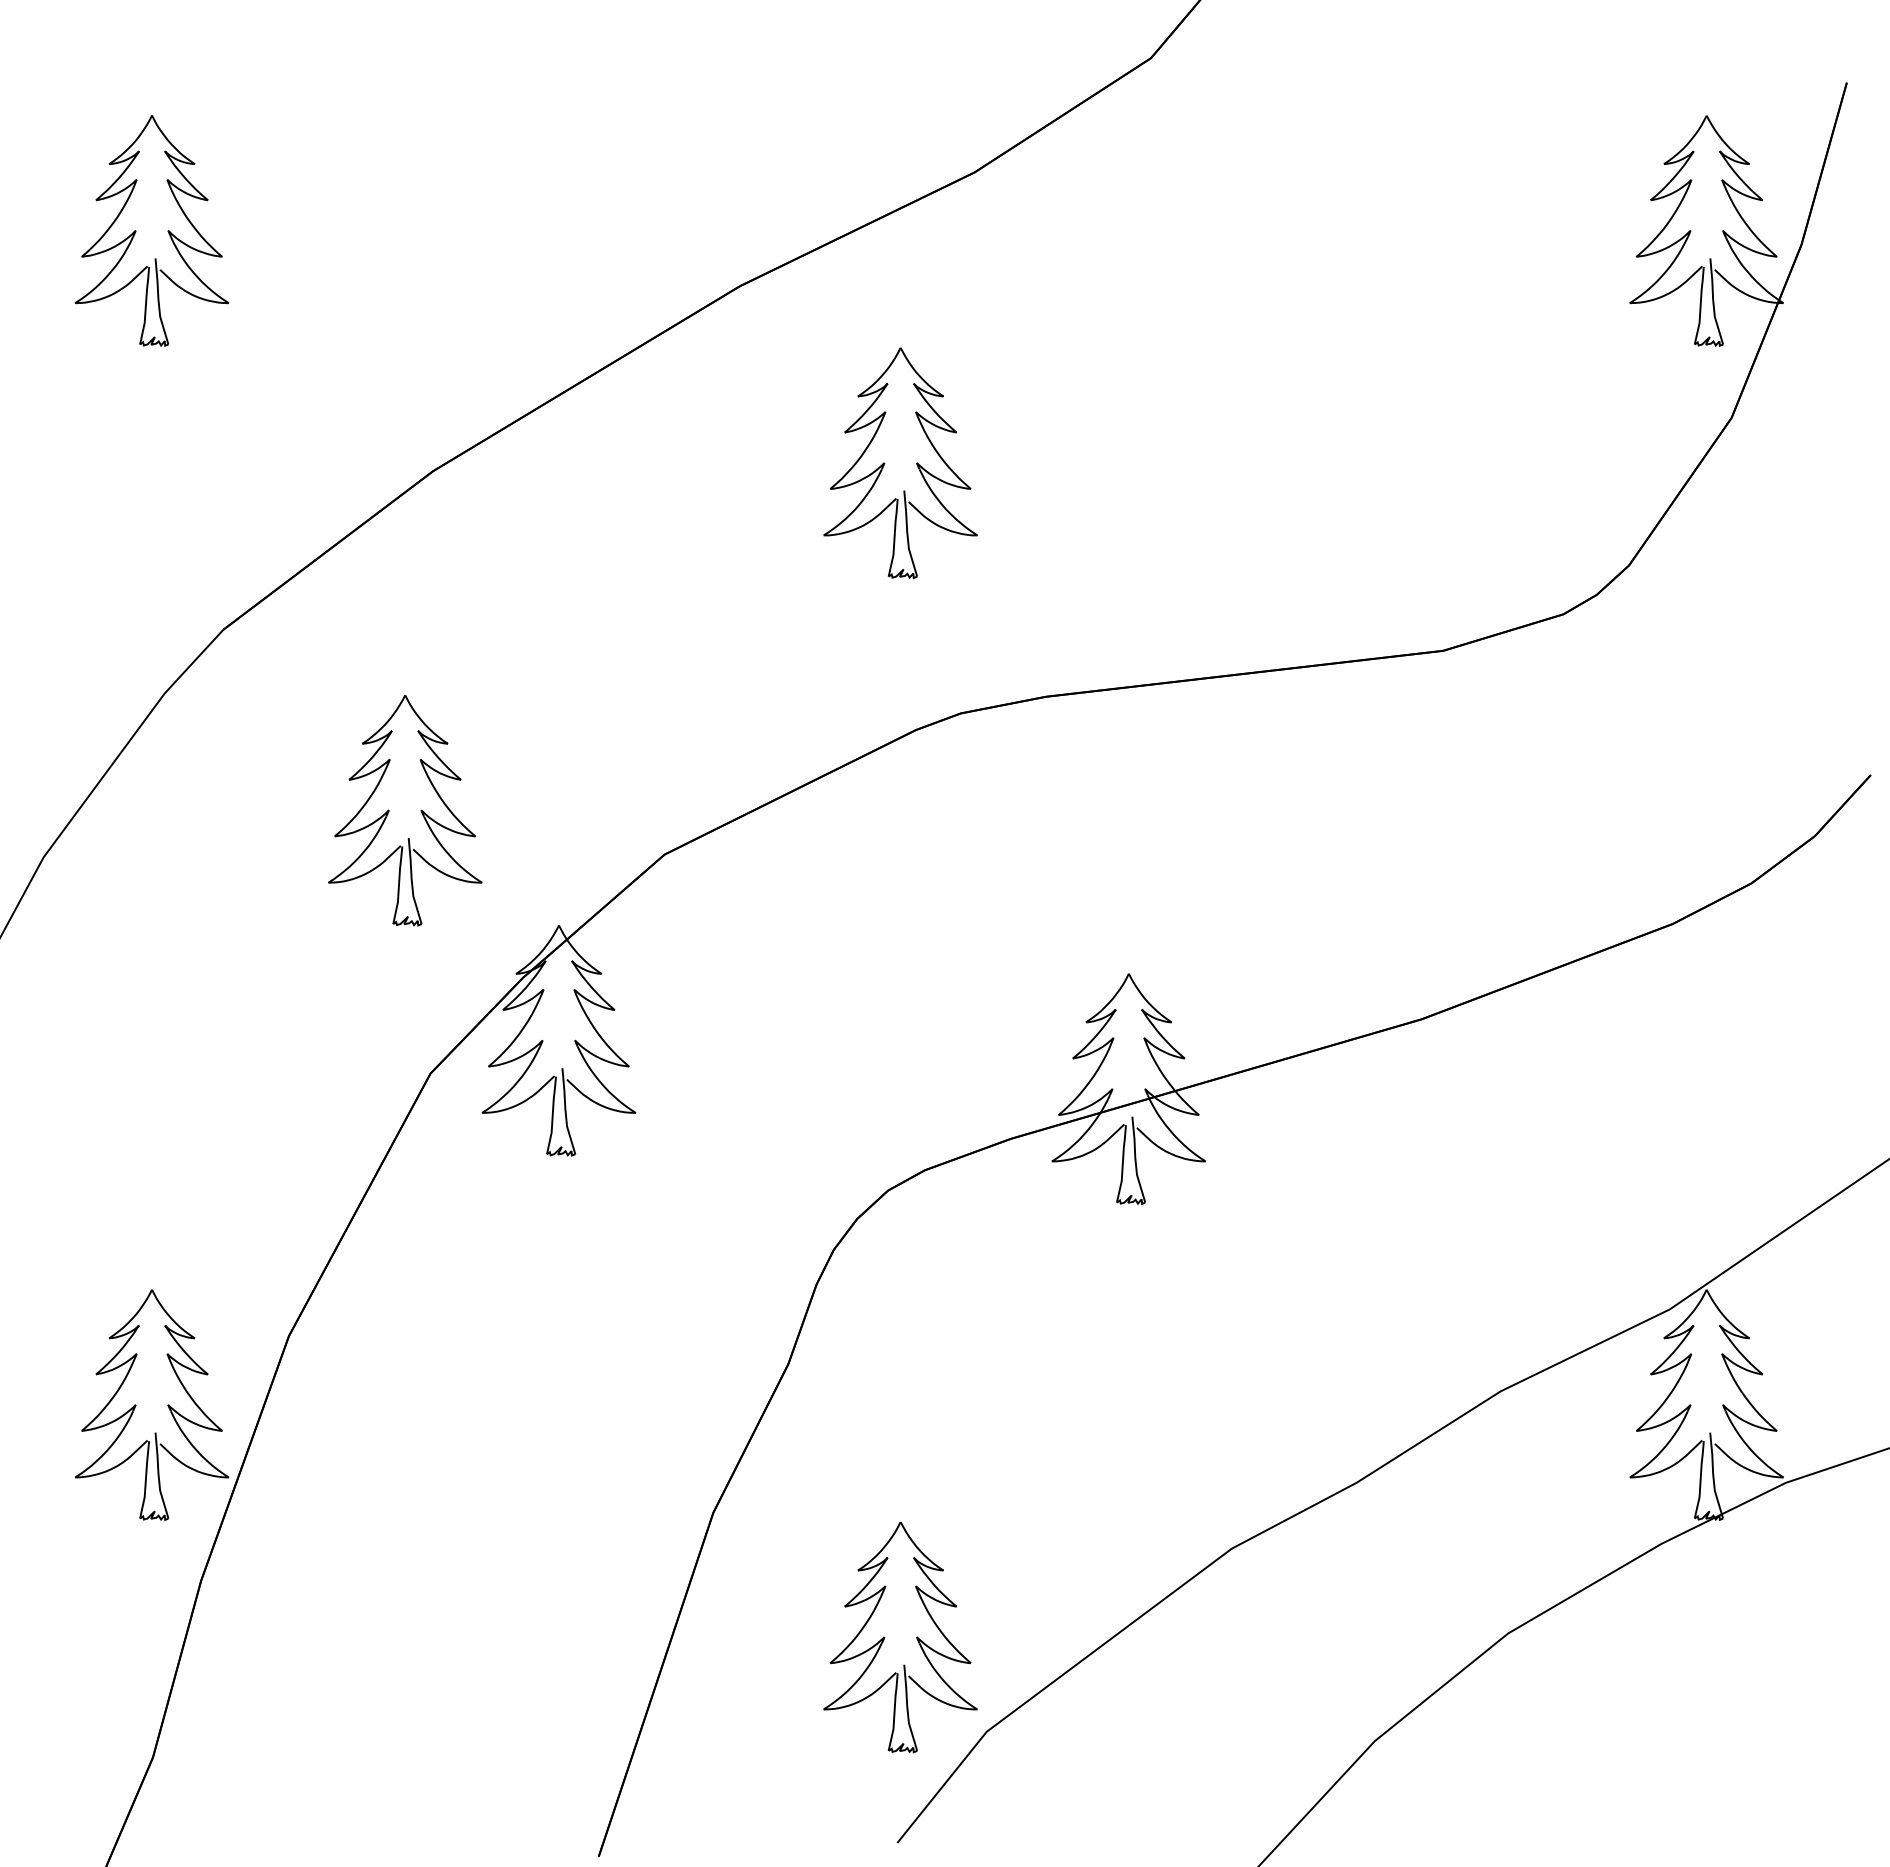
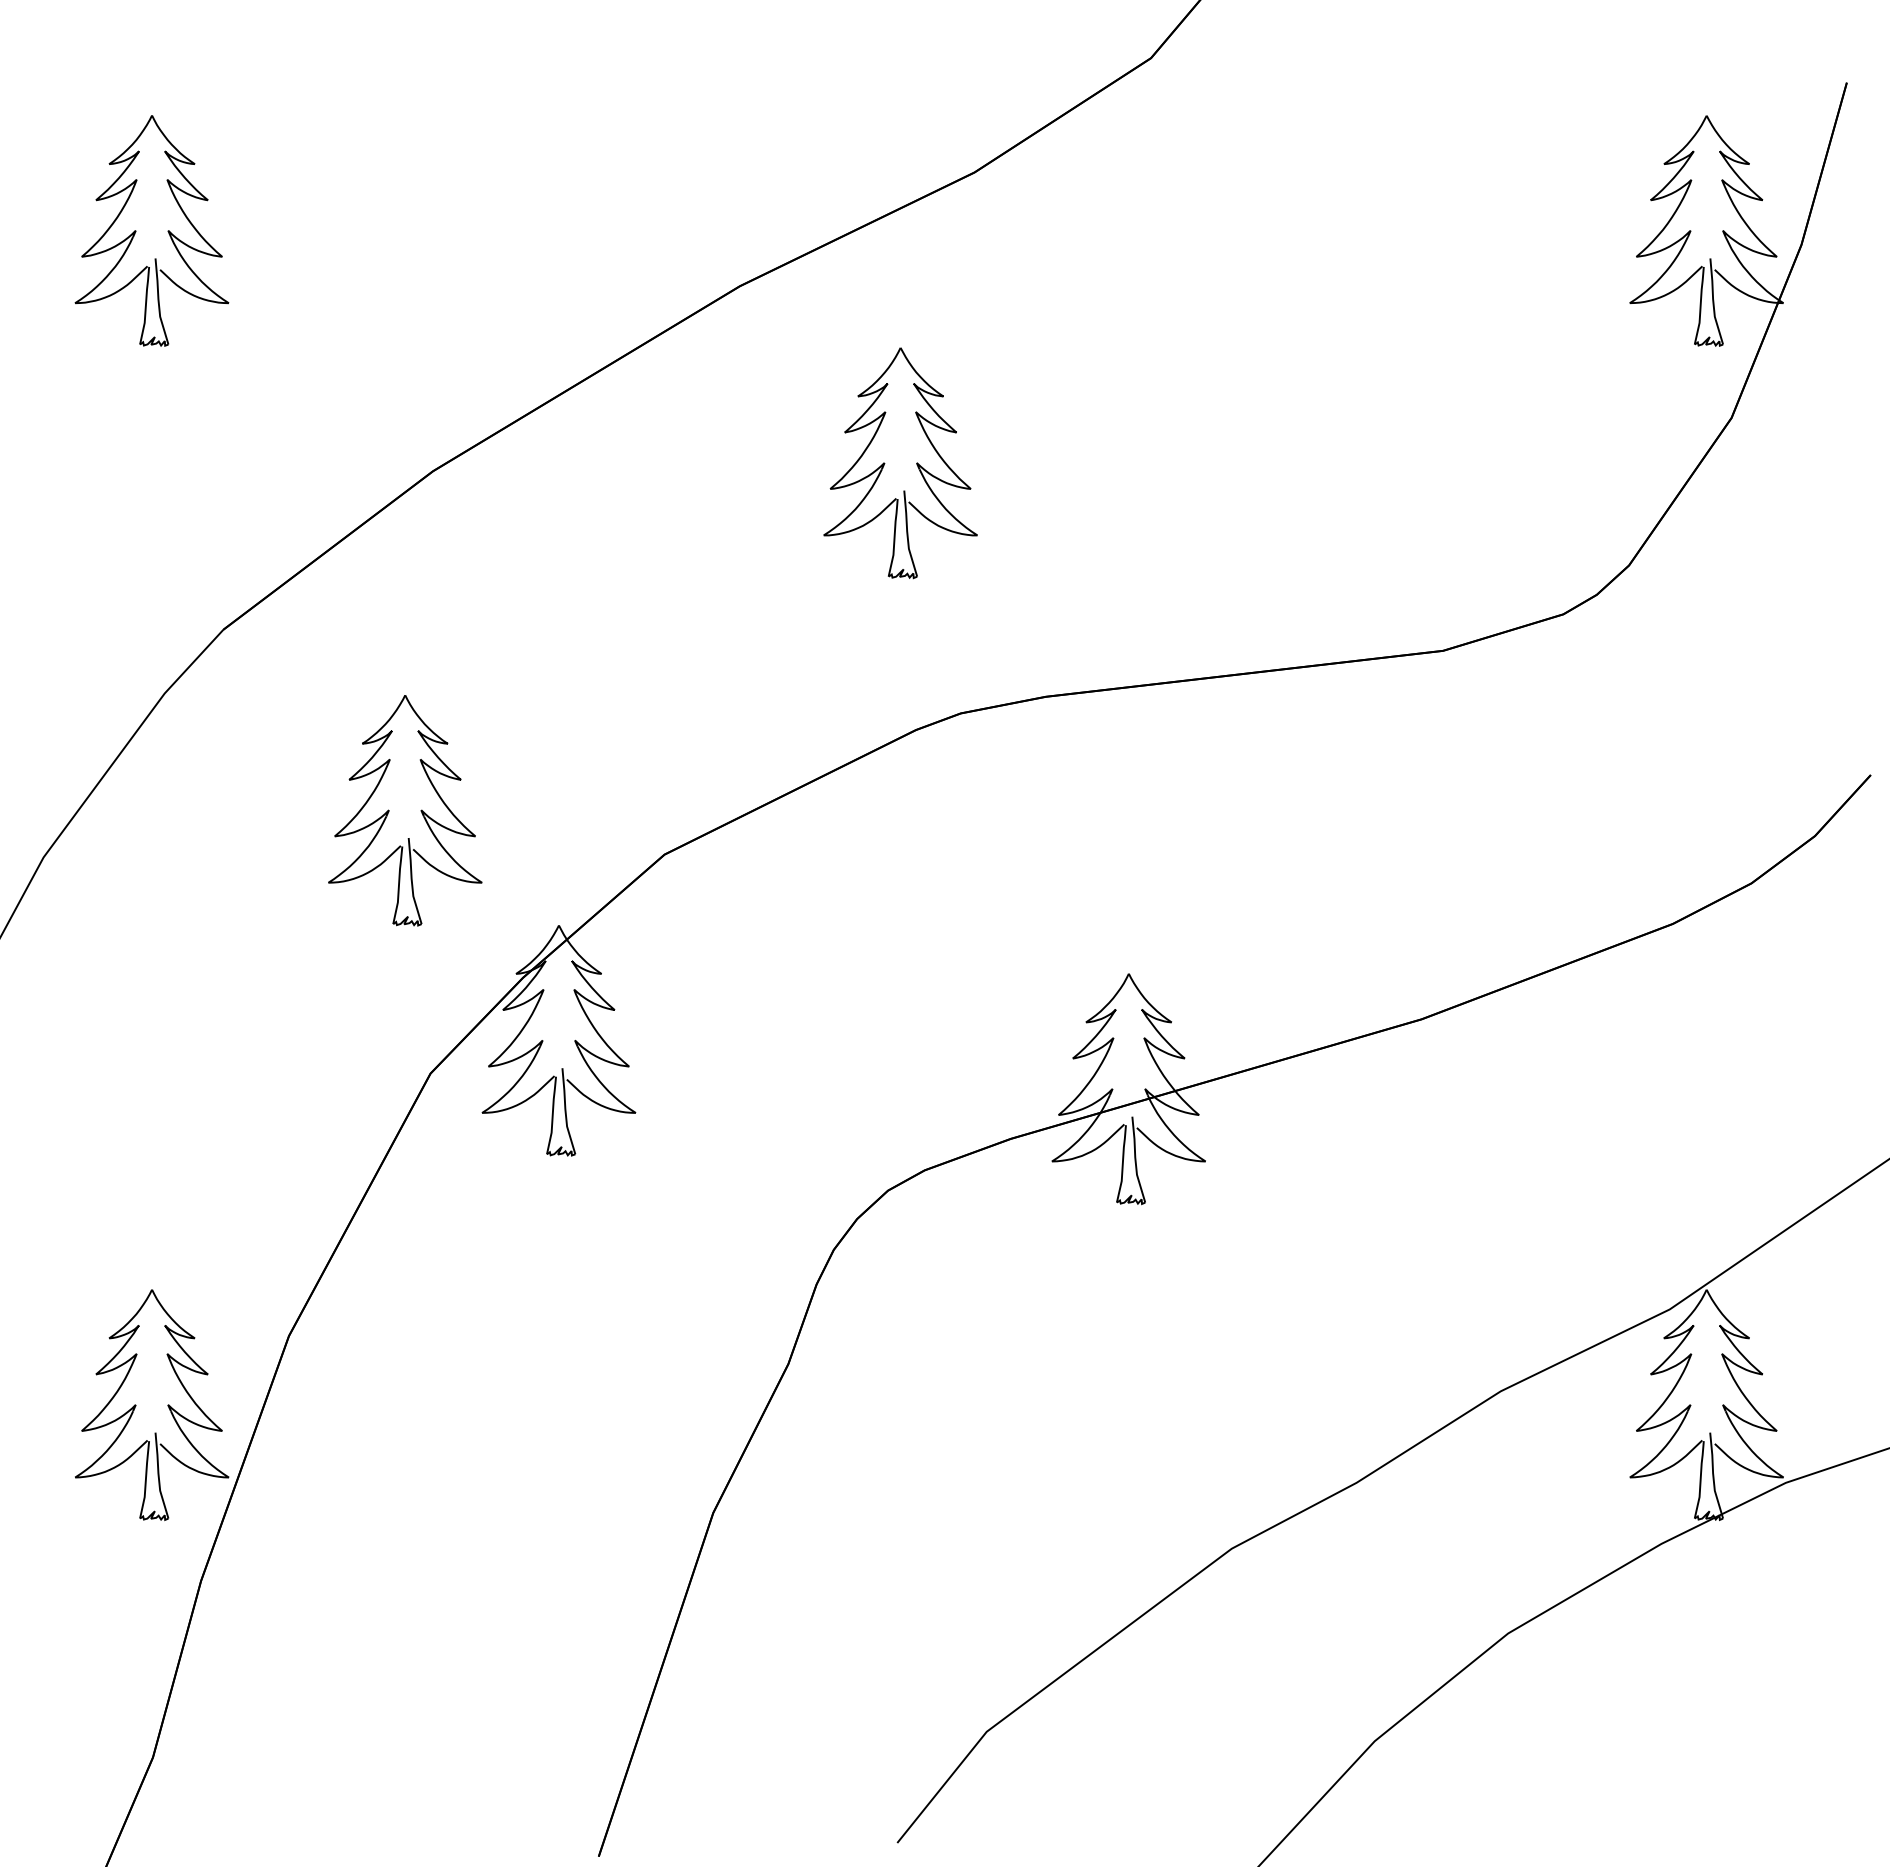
part at (885, 1637): present -> none
